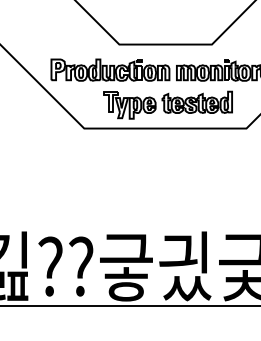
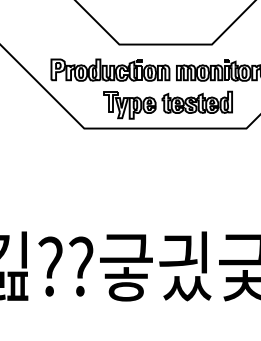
line at (129, 306): present -> none
